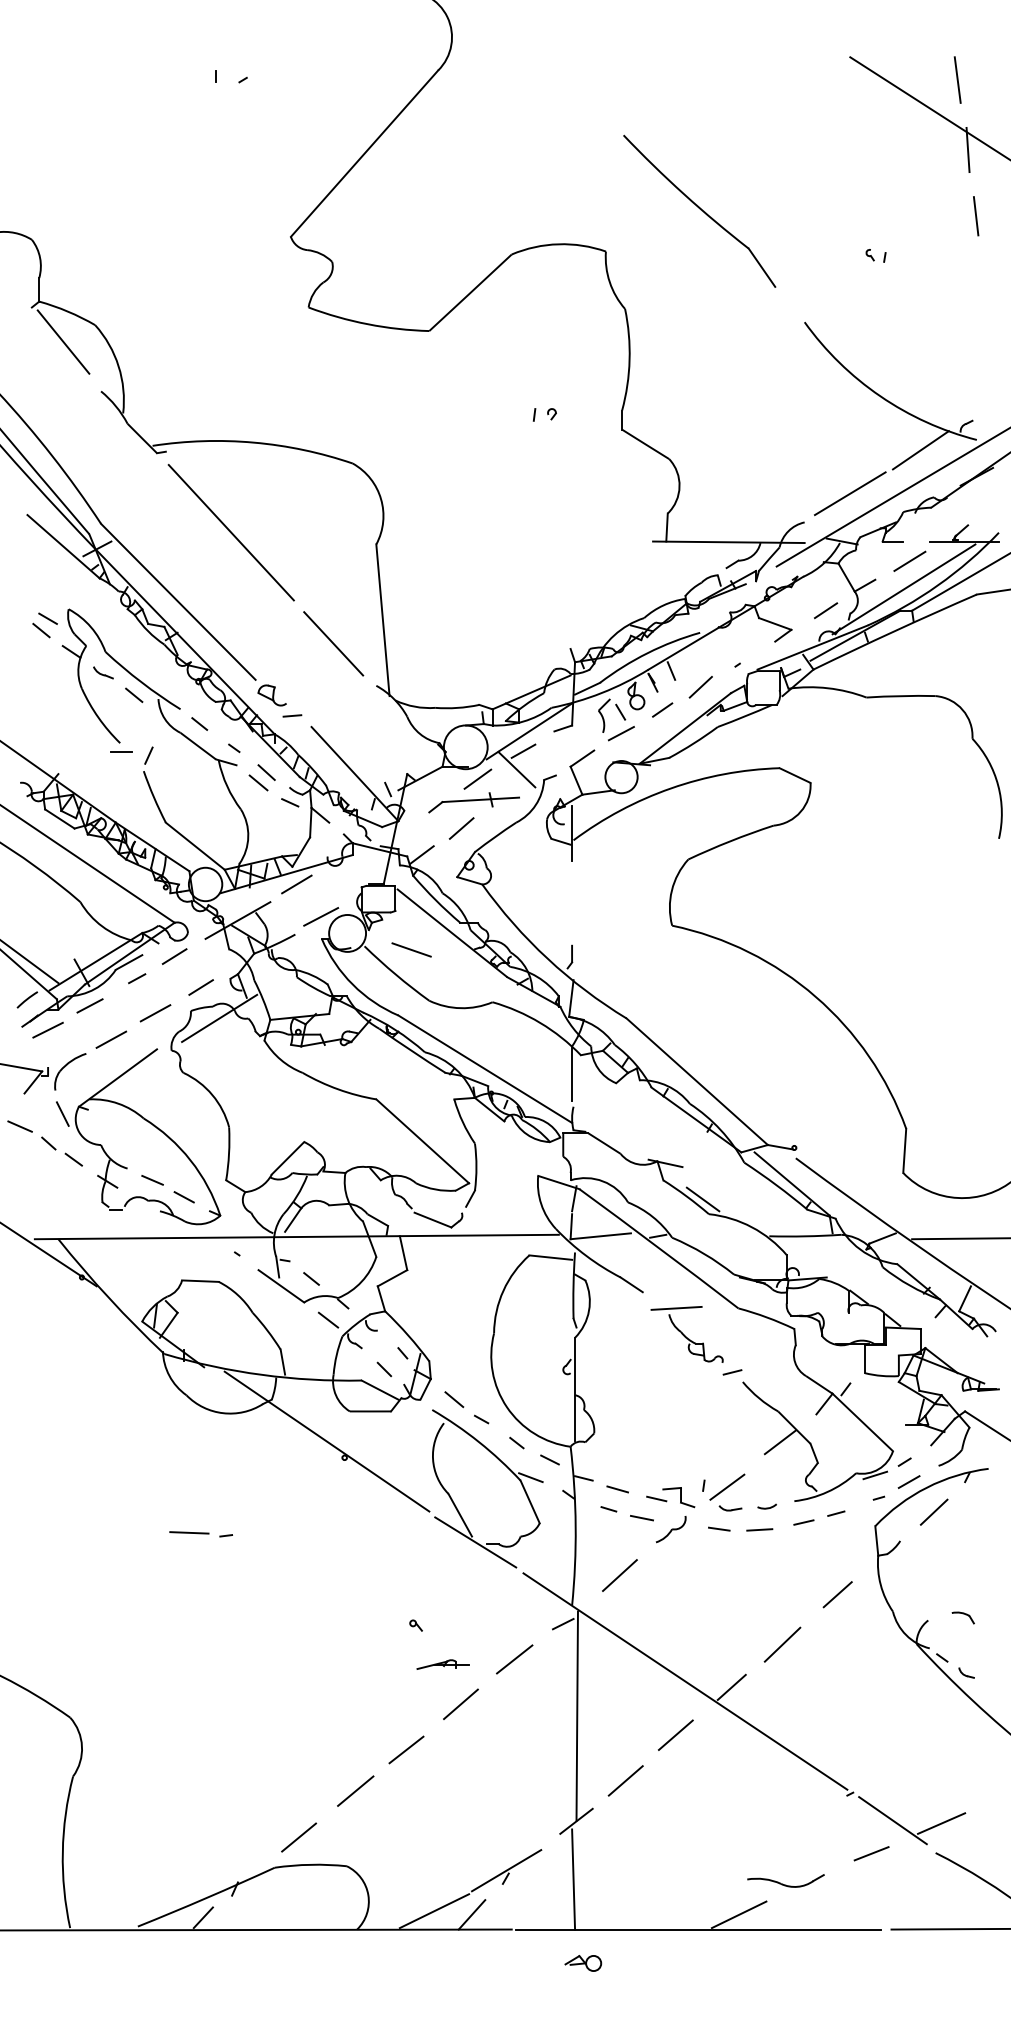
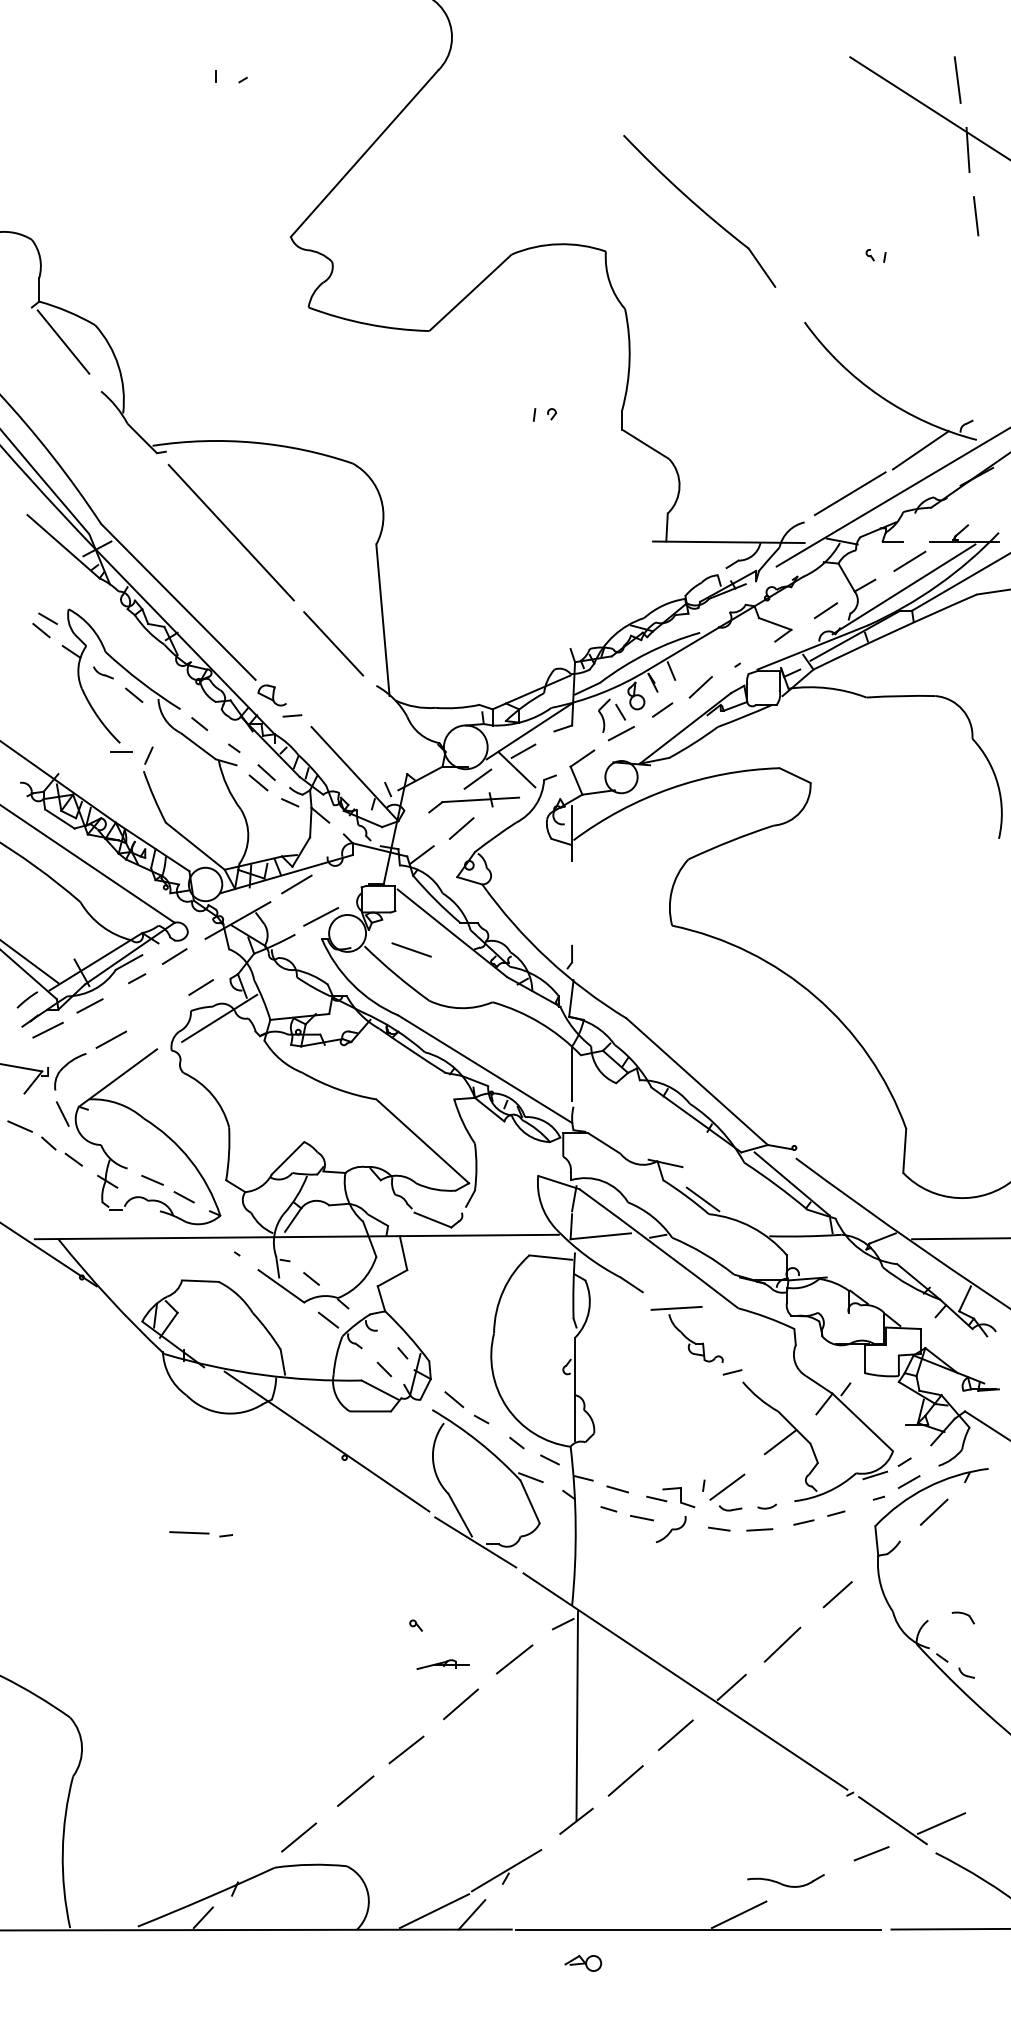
line at (155, 1013): present -> none
line at (619, 1575): present -> none
line at (573, 1879): present -> none
